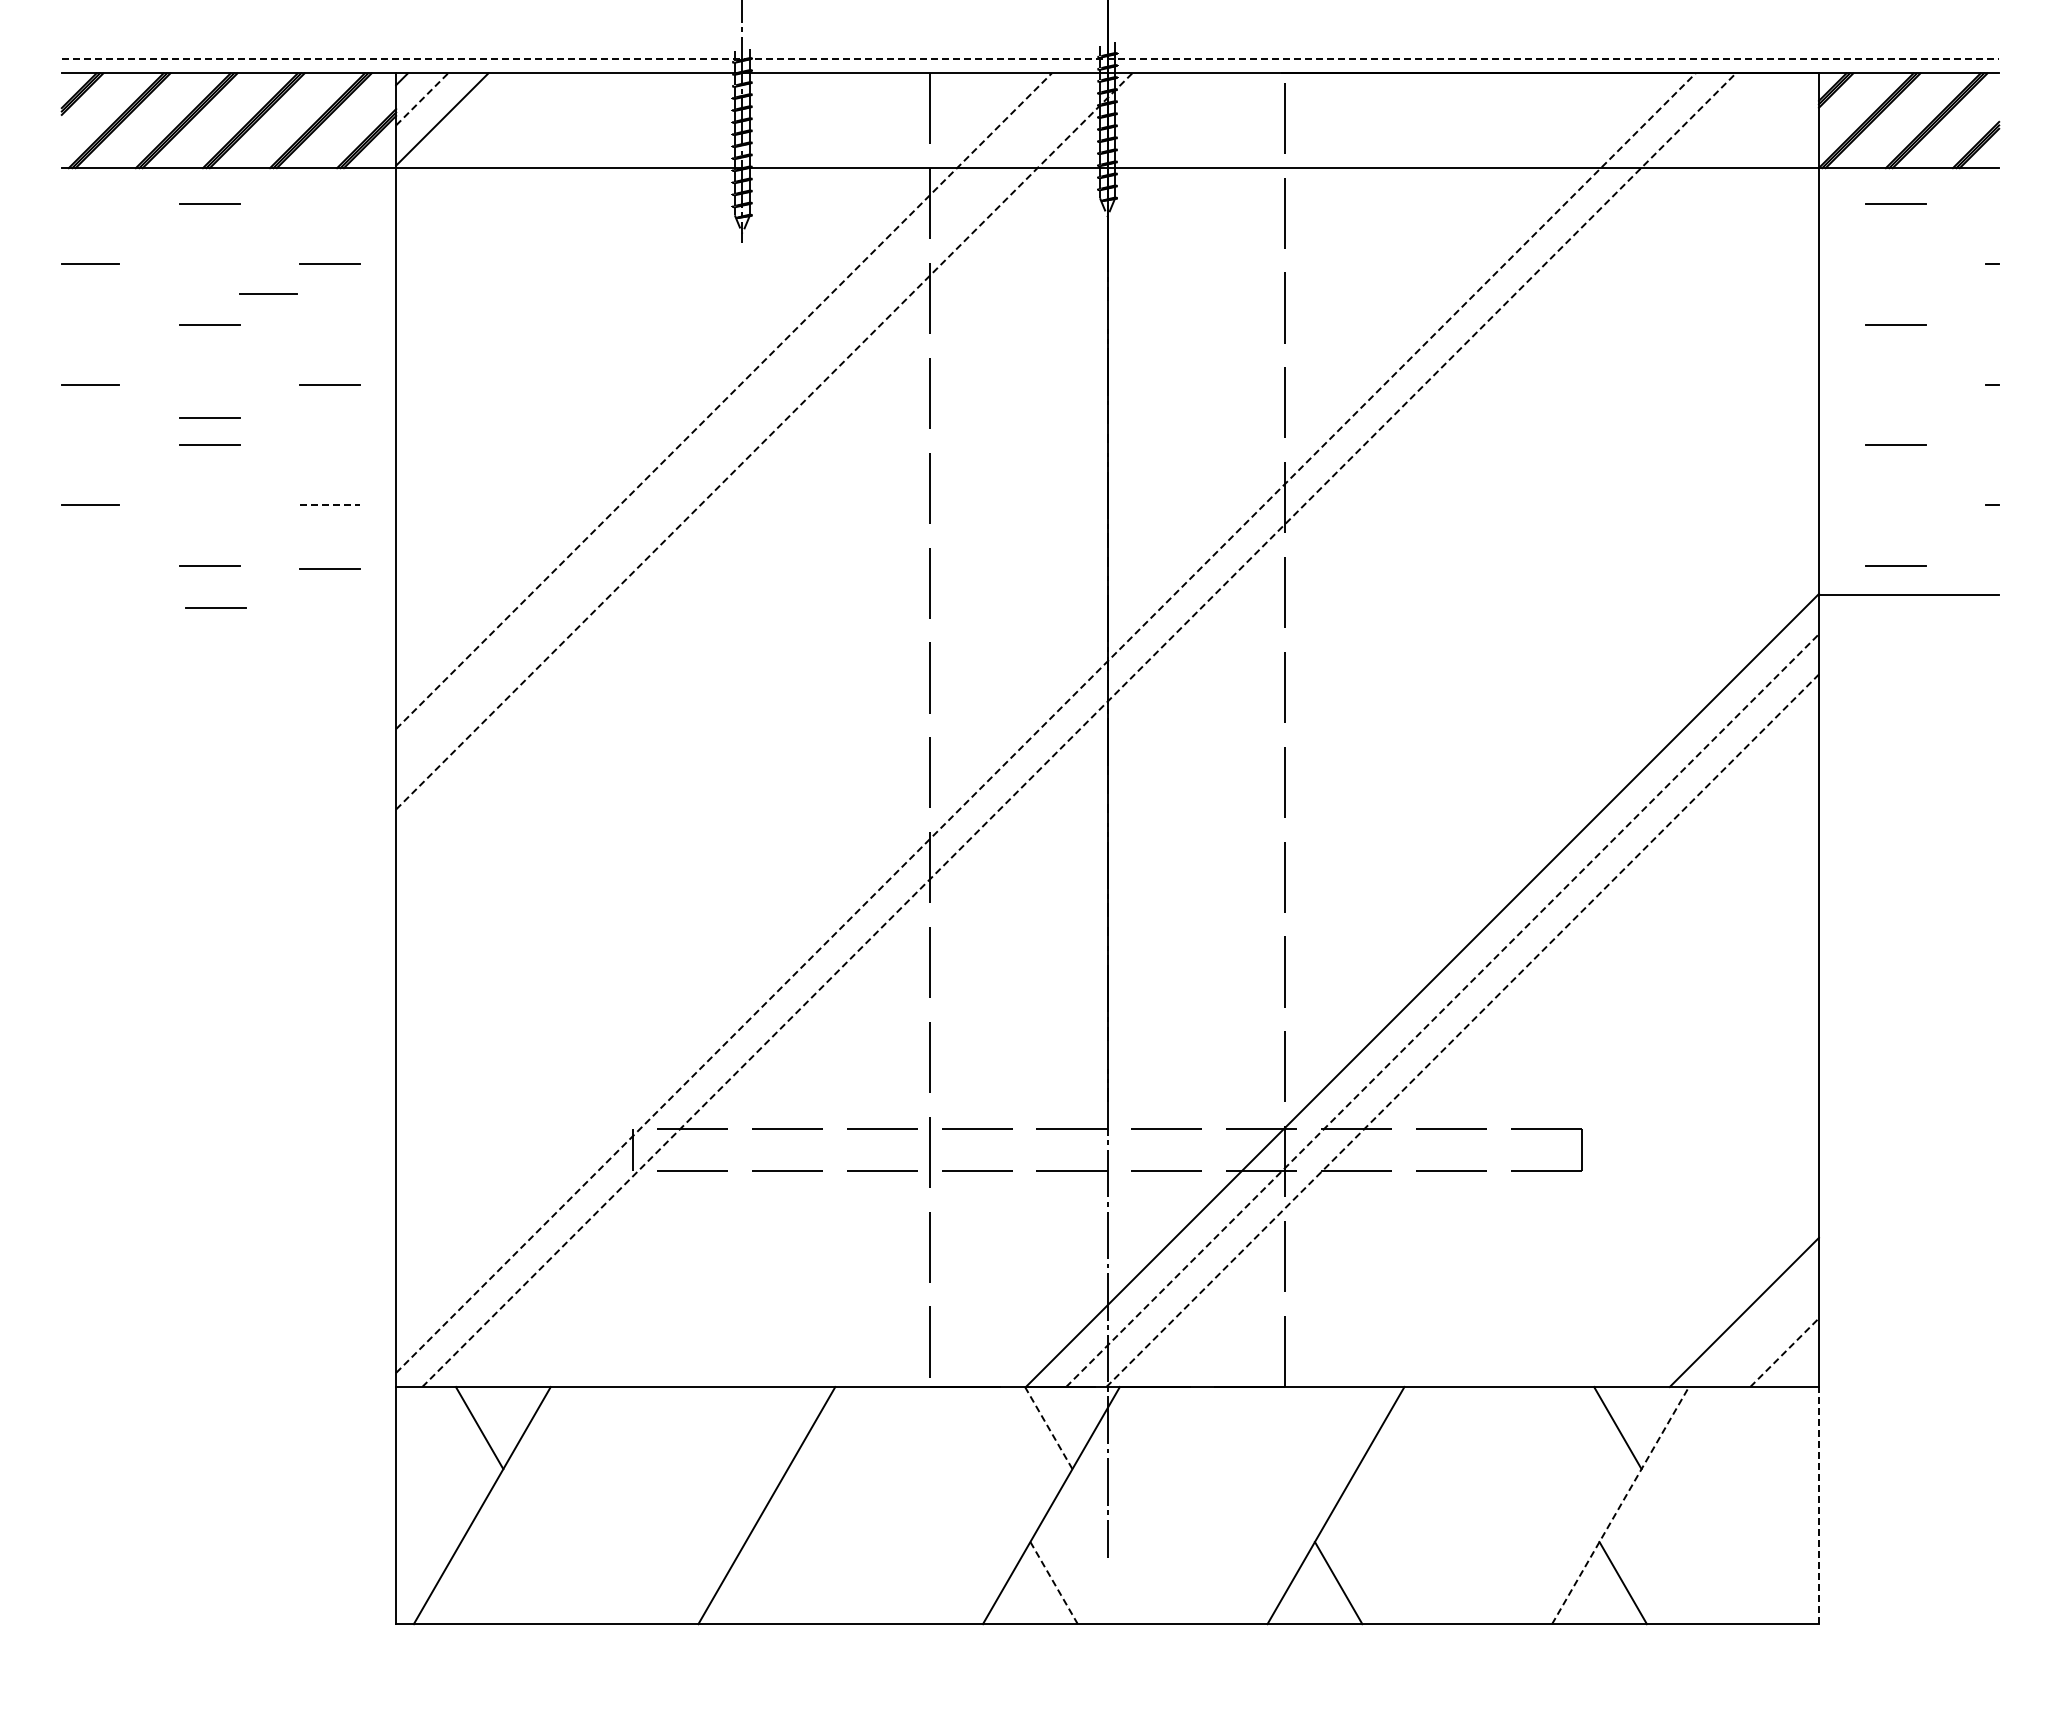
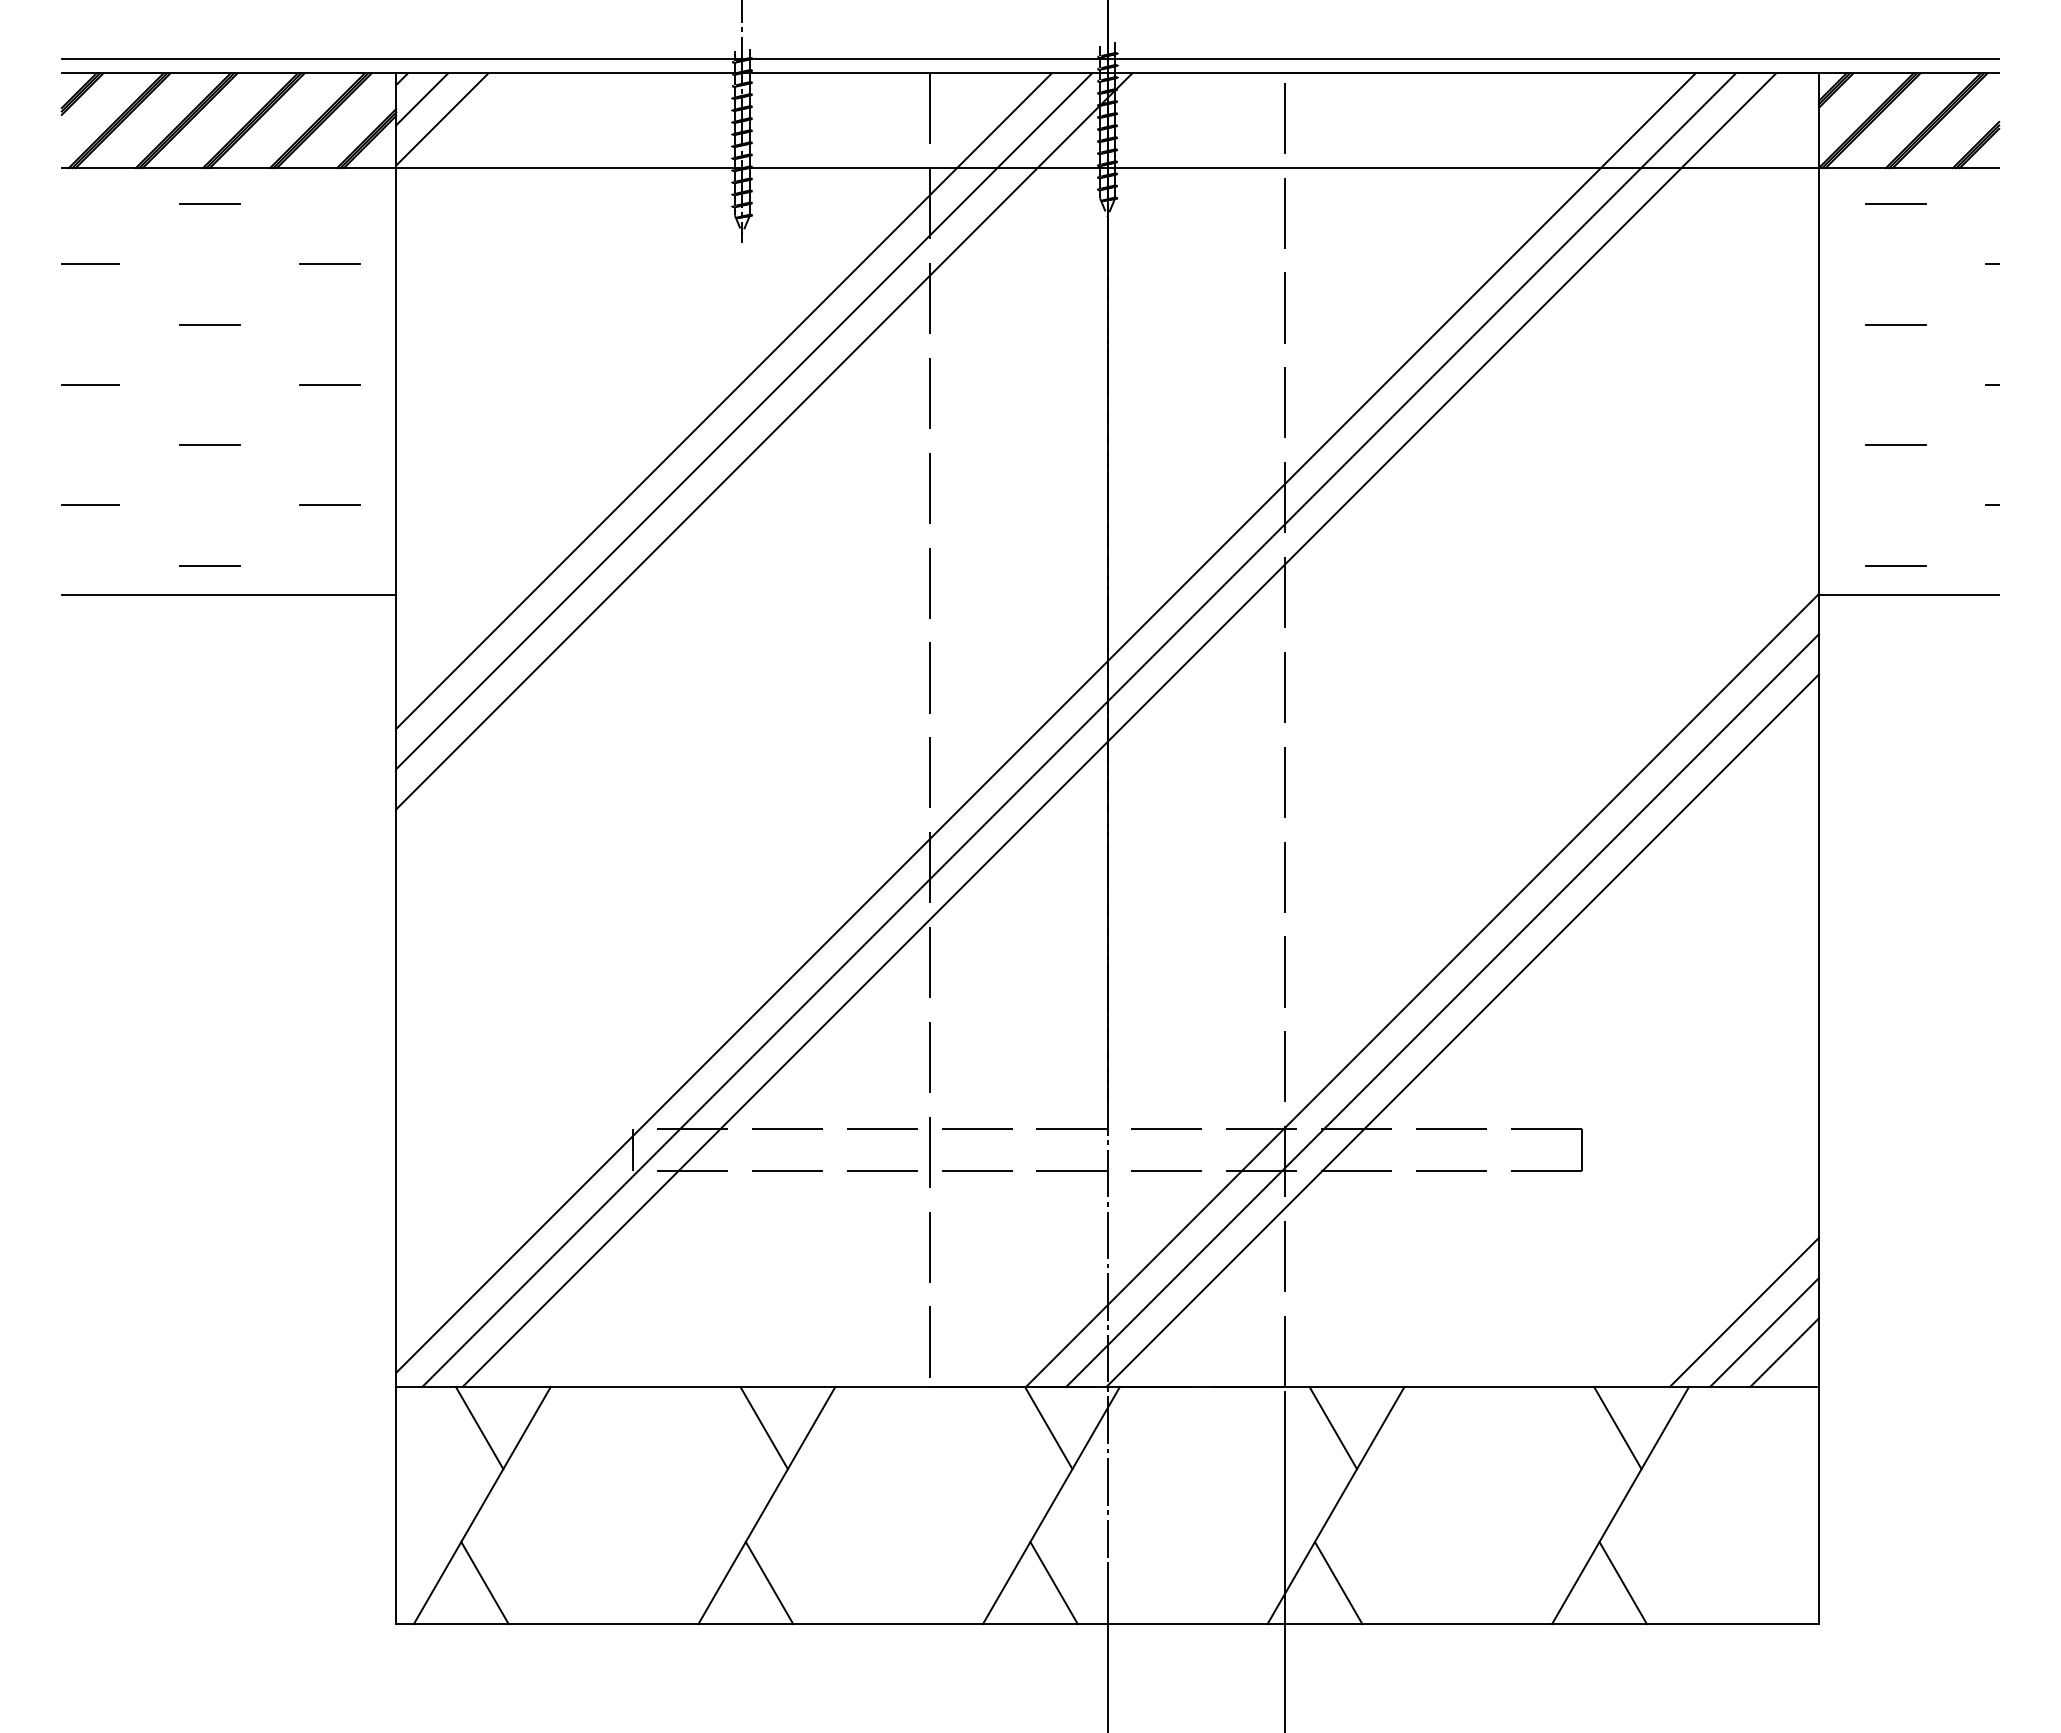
line at (1030, 59): dashed -> solid
line at (422, 99): dashed -> solid
line at (268, 293): present -> none
line at (724, 401): dashed -> solid
line at (209, 417): present -> none
line at (744, 421): none -> present
line at (764, 441): dashed -> solid
line at (330, 505): dashed -> solid
line at (329, 568): present -> none
line at (228, 595): none -> present
line at (215, 607): present -> none
line at (1045, 723): dashed -> solid
line at (1079, 730): dashed -> solid
line at (1119, 730): none -> present
line at (1442, 1010): dashed -> solid
line at (1462, 1030): dashed -> solid
line at (1764, 1332): none -> present
line at (1784, 1352): dashed -> solid
line at (1048, 1427): dashed -> solid
line at (763, 1428): none -> present
line at (1333, 1428): none -> present
line at (1620, 1505): dashed -> solid
line at (1818, 1505): dashed -> solid
line at (1285, 1559): none -> present
line at (484, 1582): none -> present
line at (769, 1582): none -> present
line at (1054, 1583): dashed -> solid
line at (1107, 1645): none -> present
